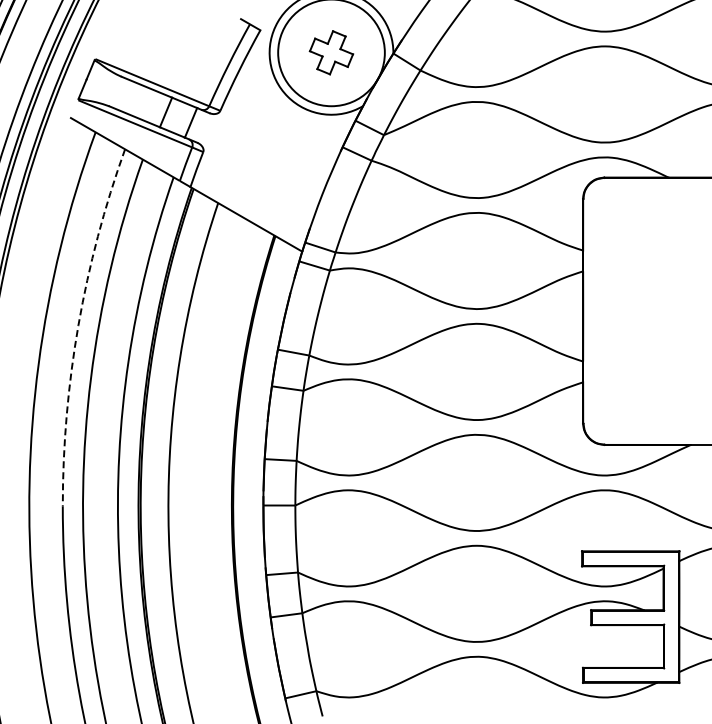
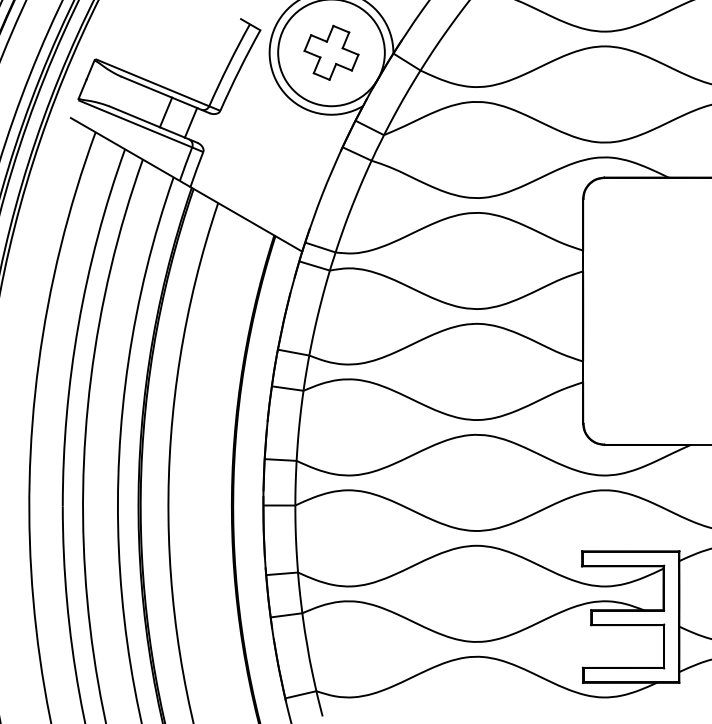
part at (331, 52) size: 47x46 px -> 57x57 px
arc at (78, 325): dashed -> solid
